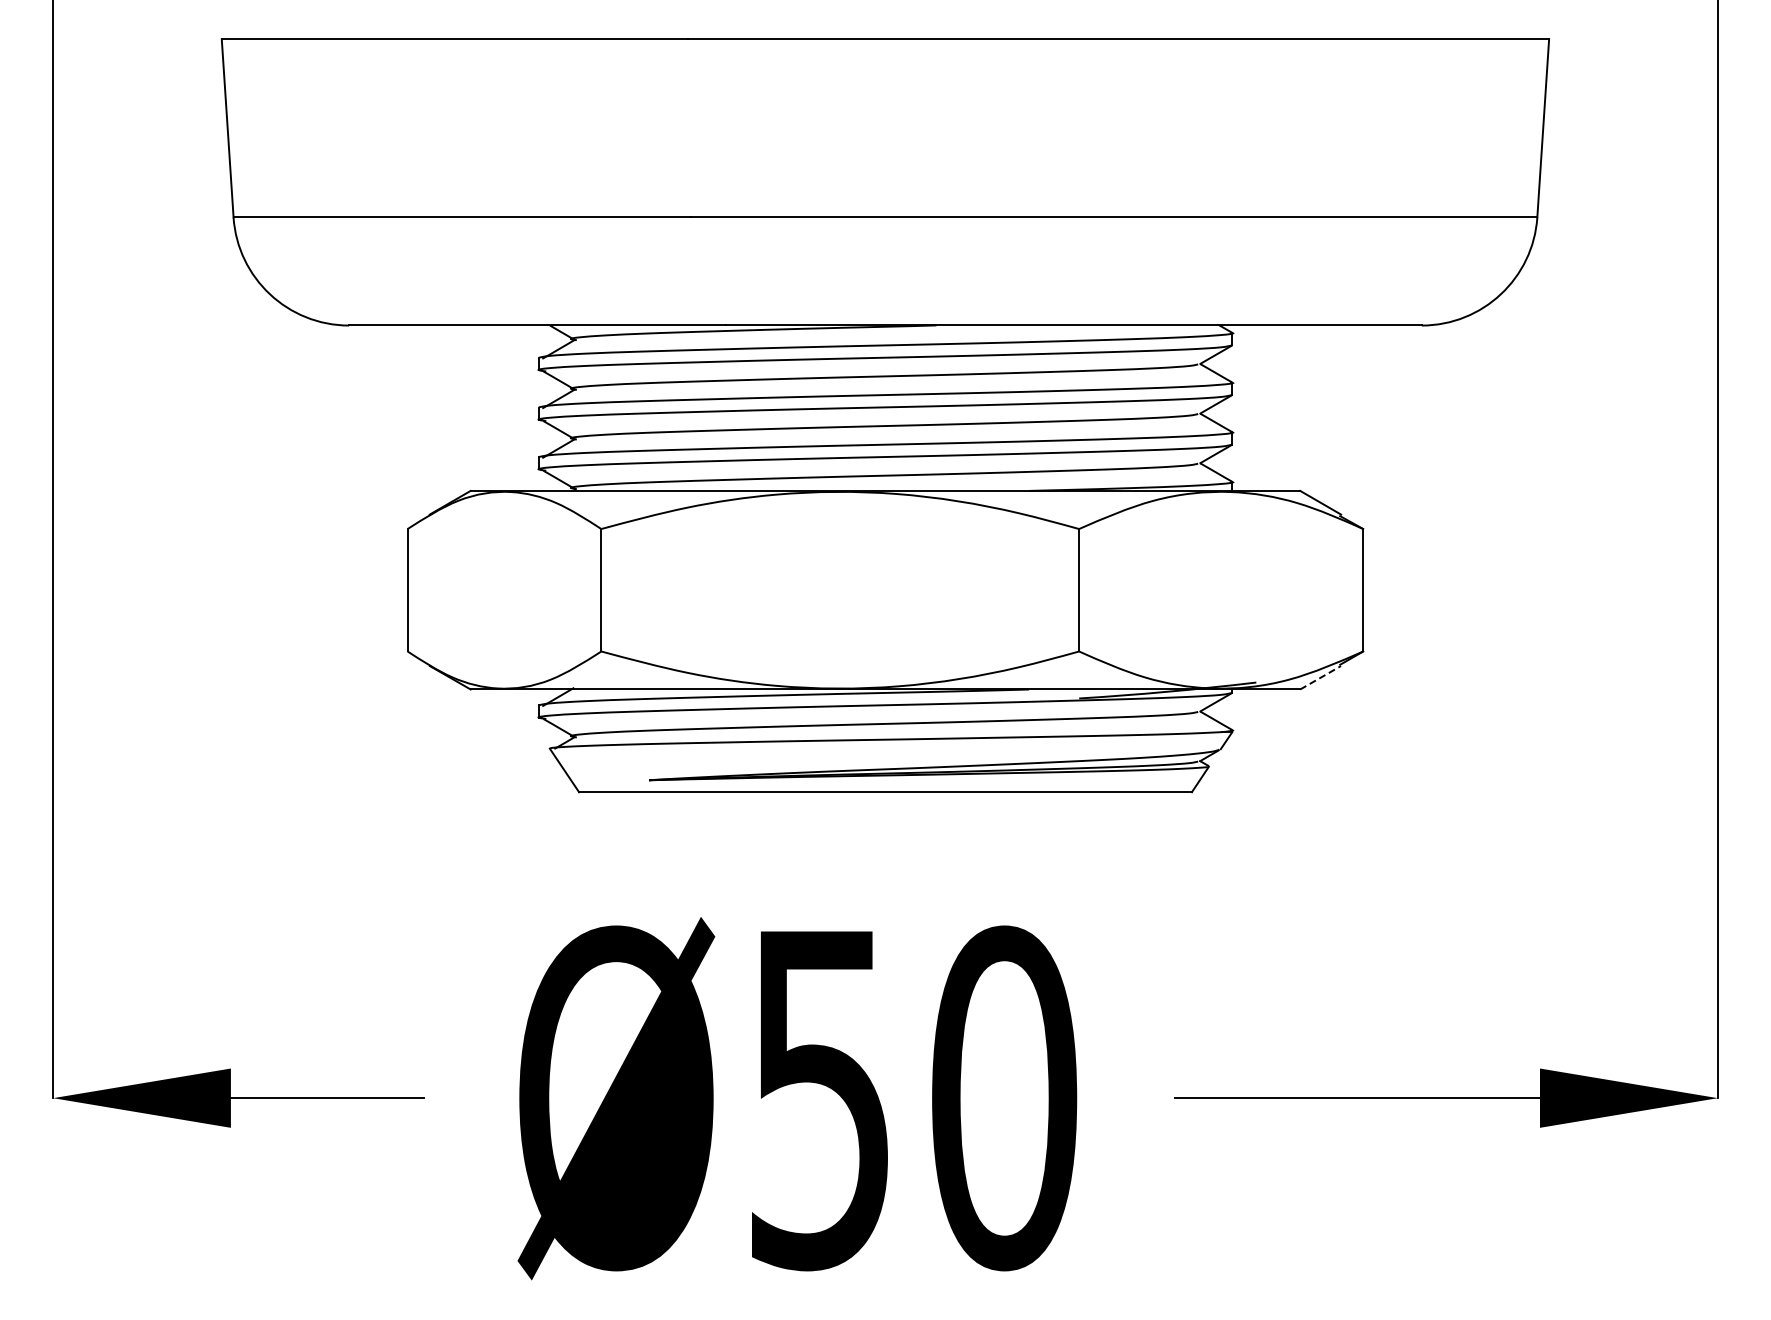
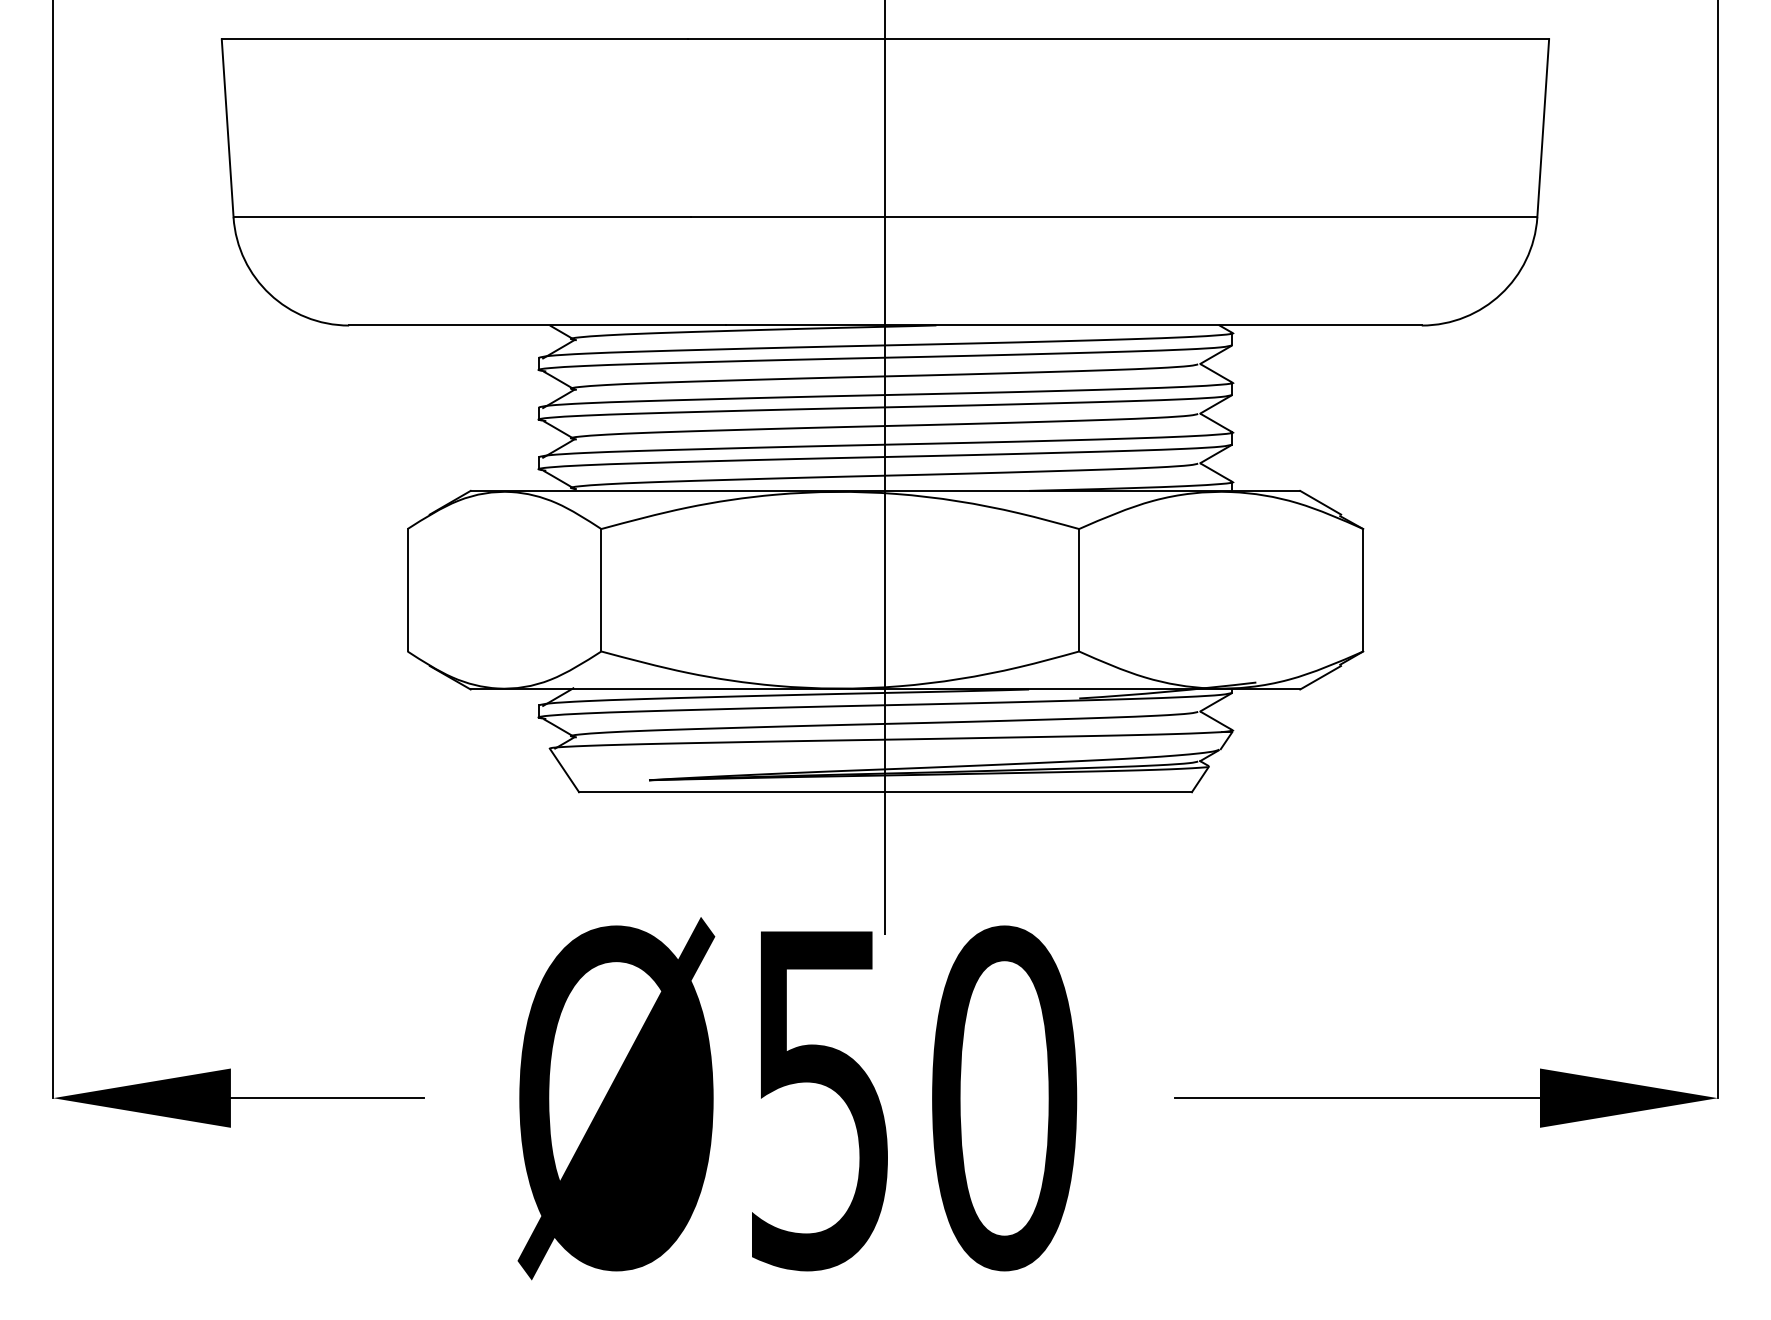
line at (885, 468): none -> present
line at (1320, 677): dashed -> solid
